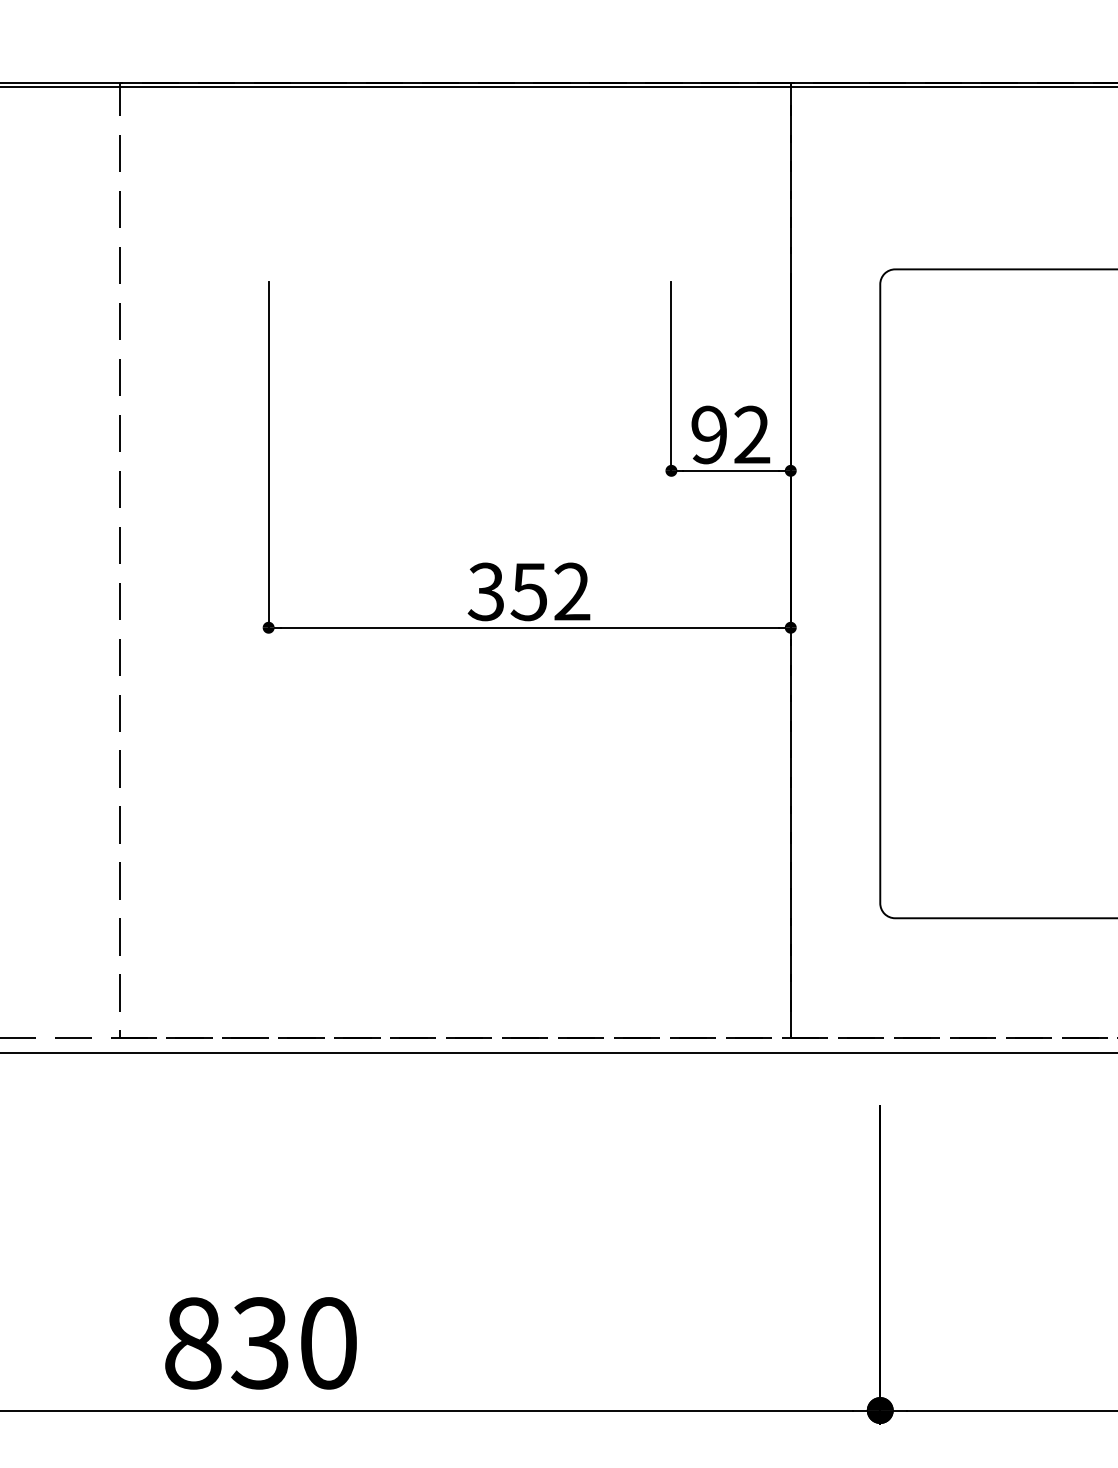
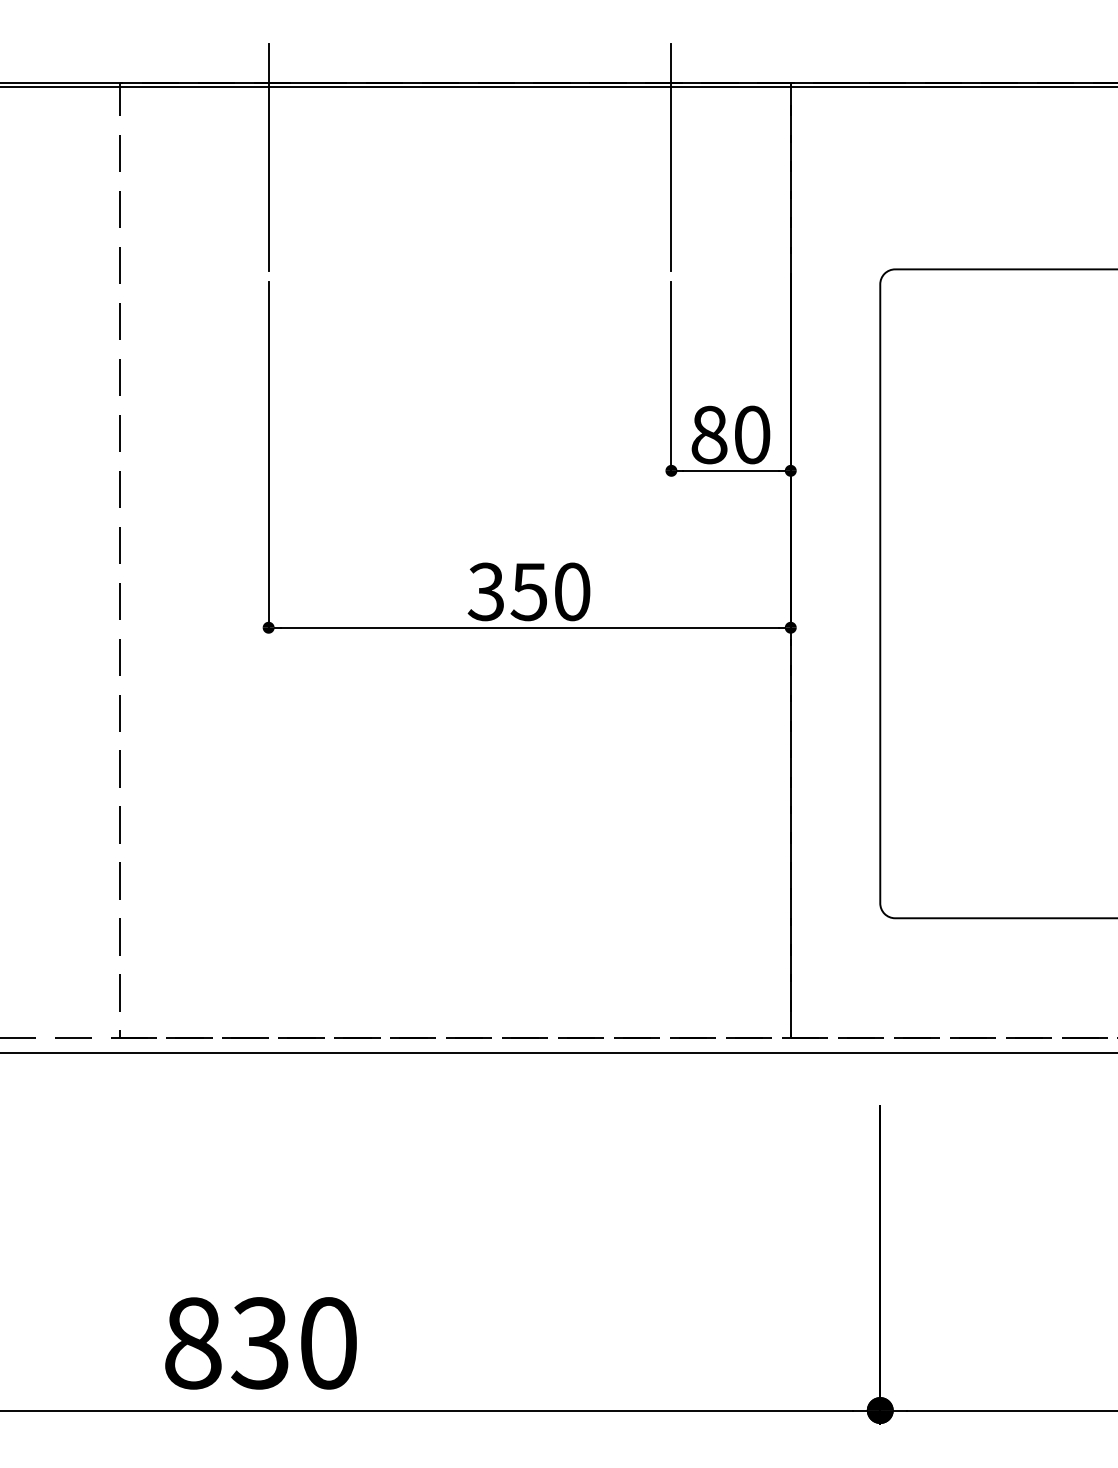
line at (268, 157): none -> present
line at (671, 157): none -> present
text at (730, 434): 92 -> 80
text at (572, 591): 352 -> 350
